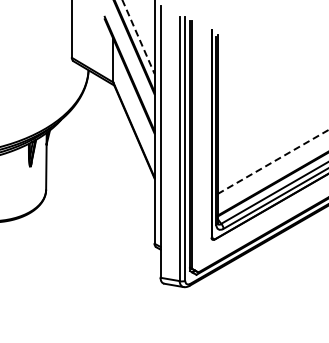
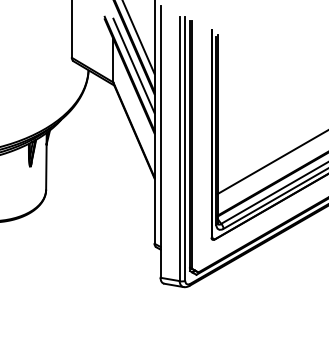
line at (138, 37): dashed -> solid
line at (133, 65): none -> present
line at (273, 162): dashed -> solid
